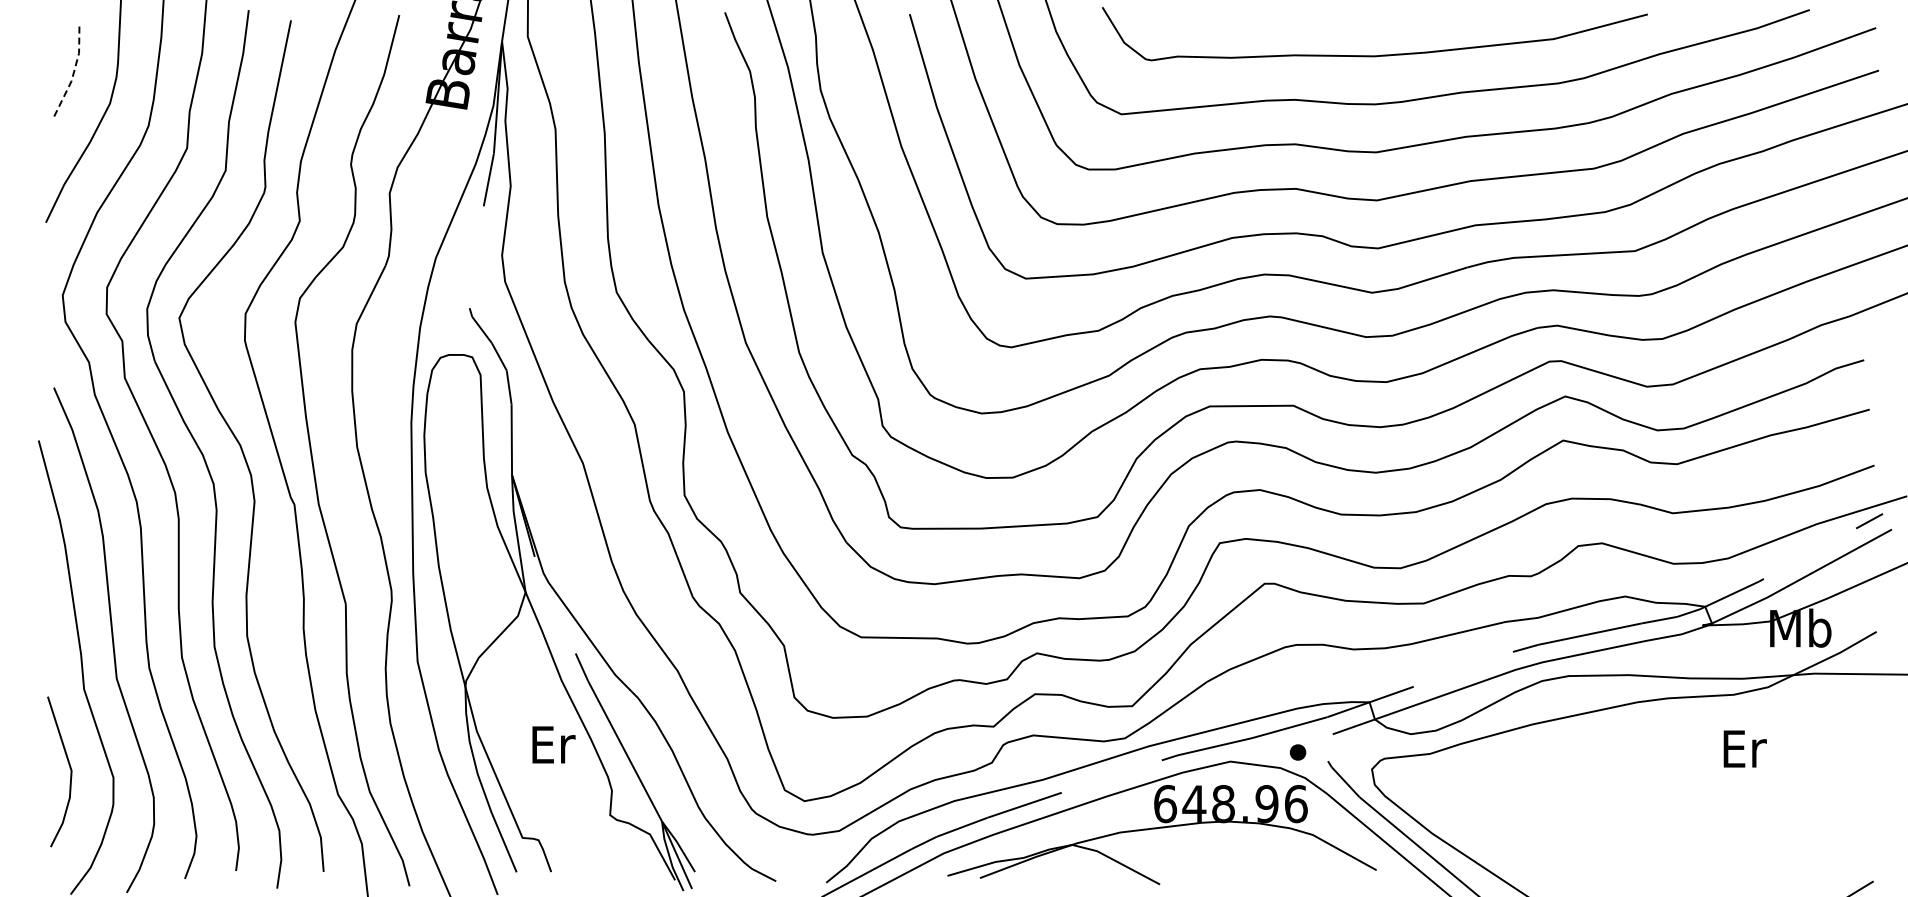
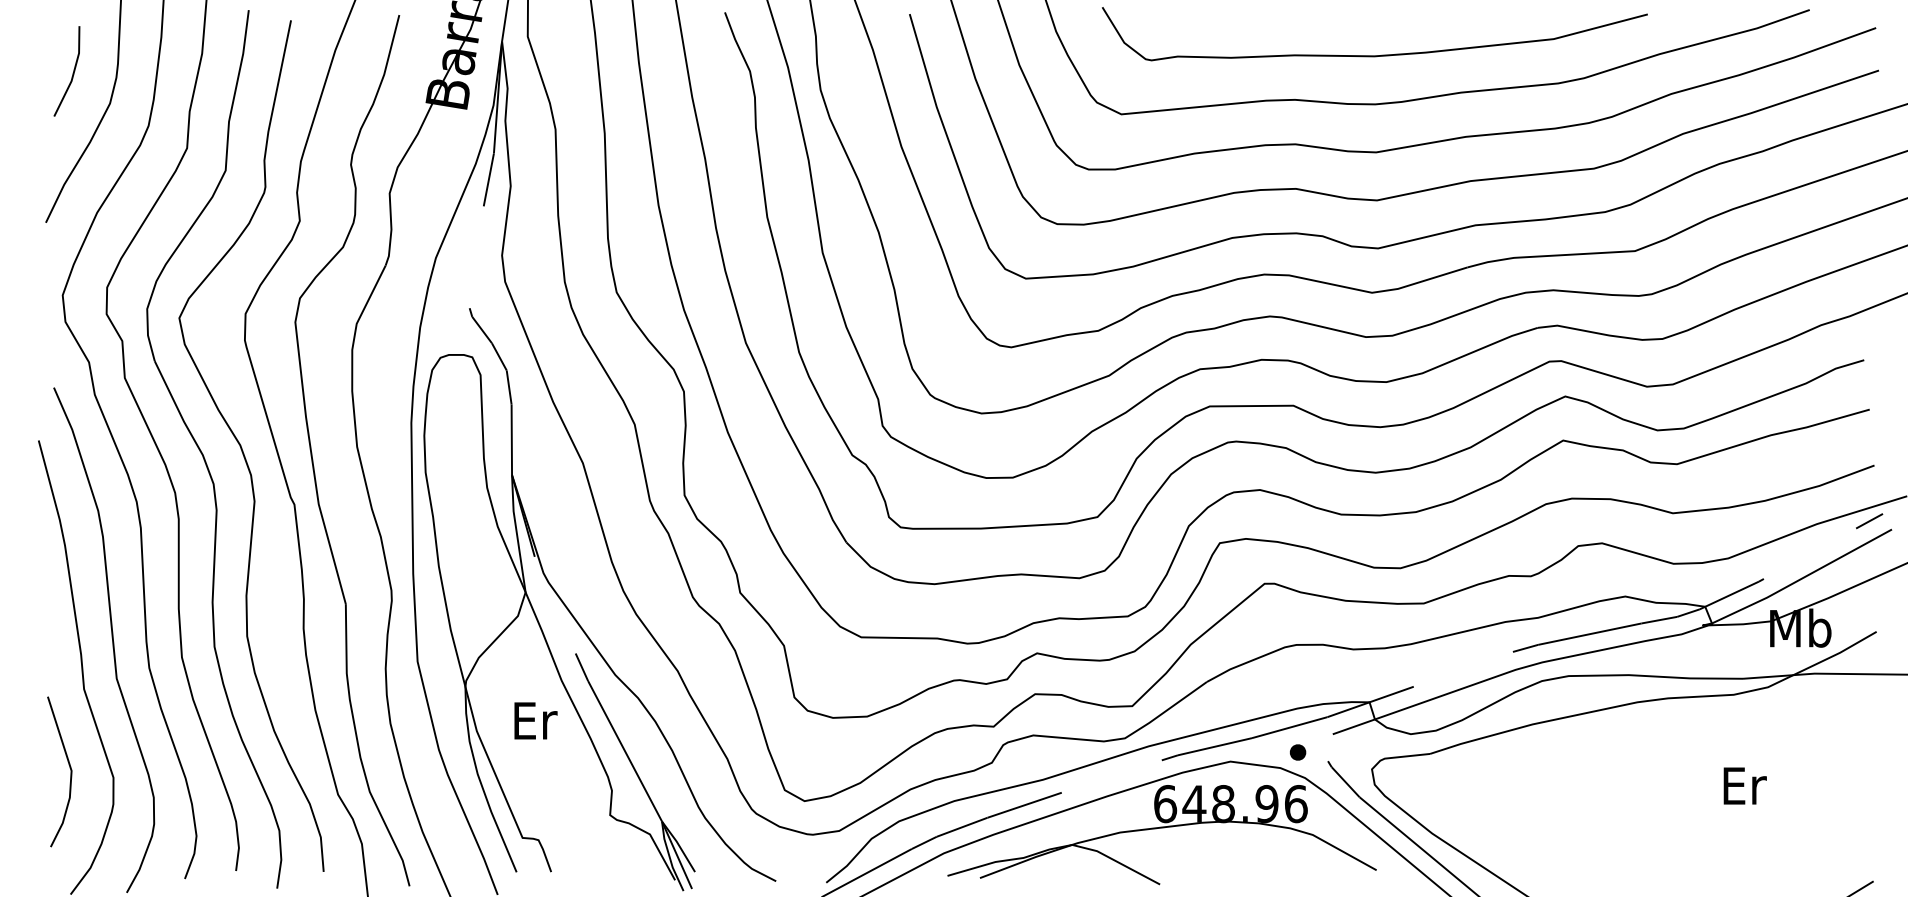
line at (73, 72): dashed -> solid
text at (553, 744) position: (553, 744) -> (535, 720)
text at (1744, 748) position: (1744, 748) -> (1744, 785)
